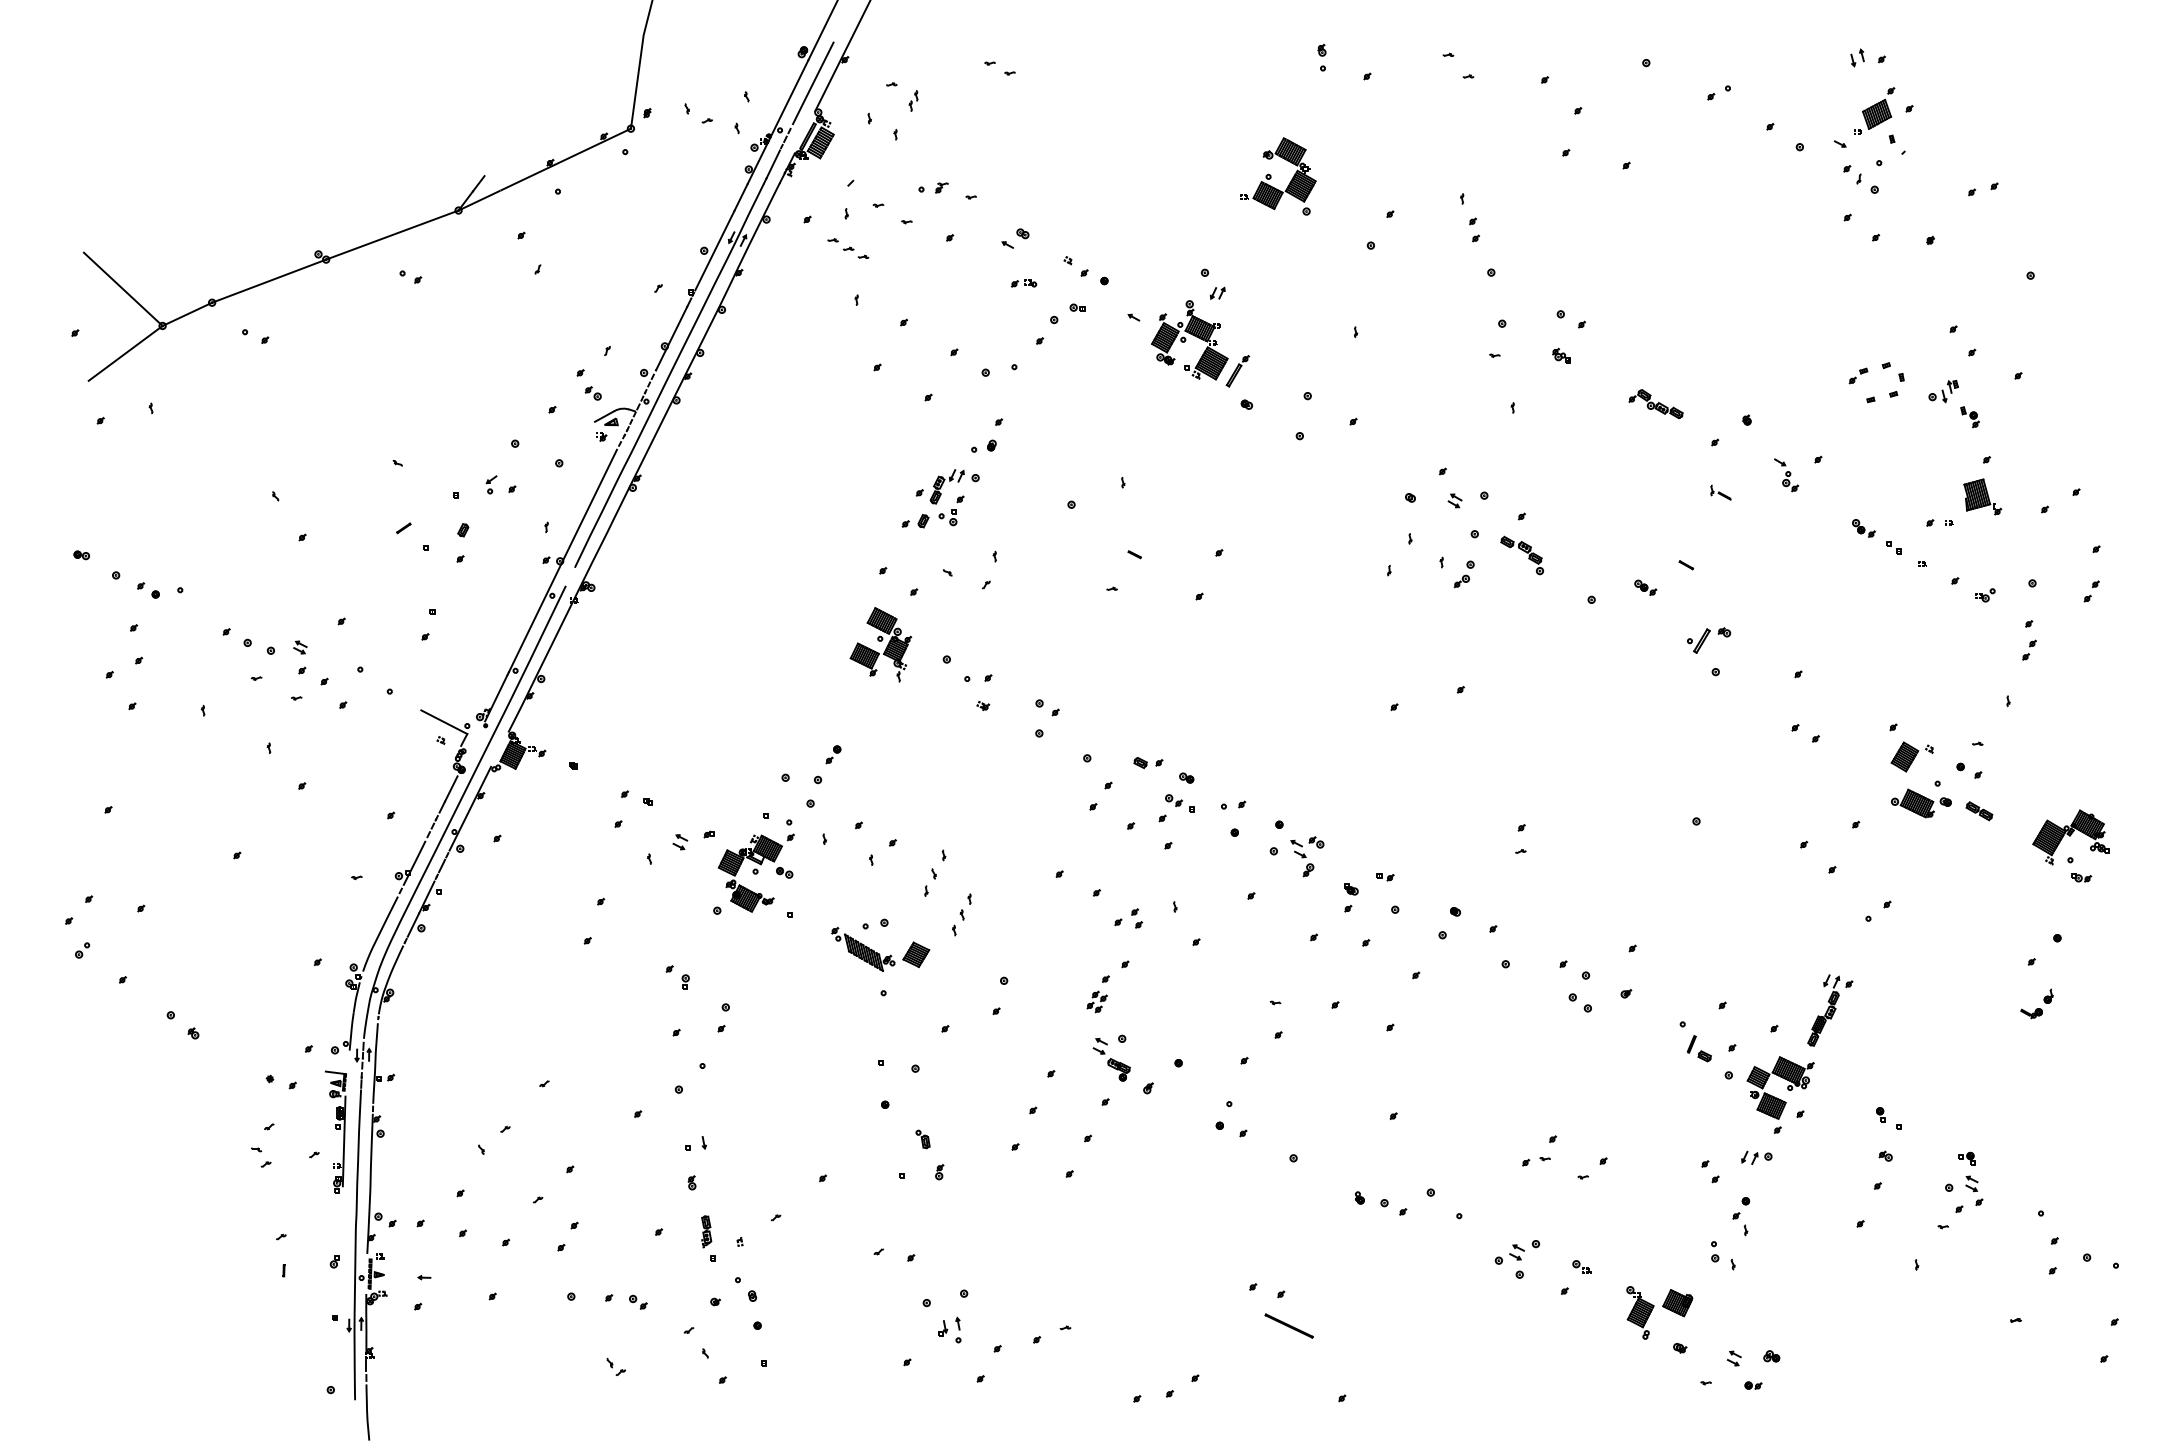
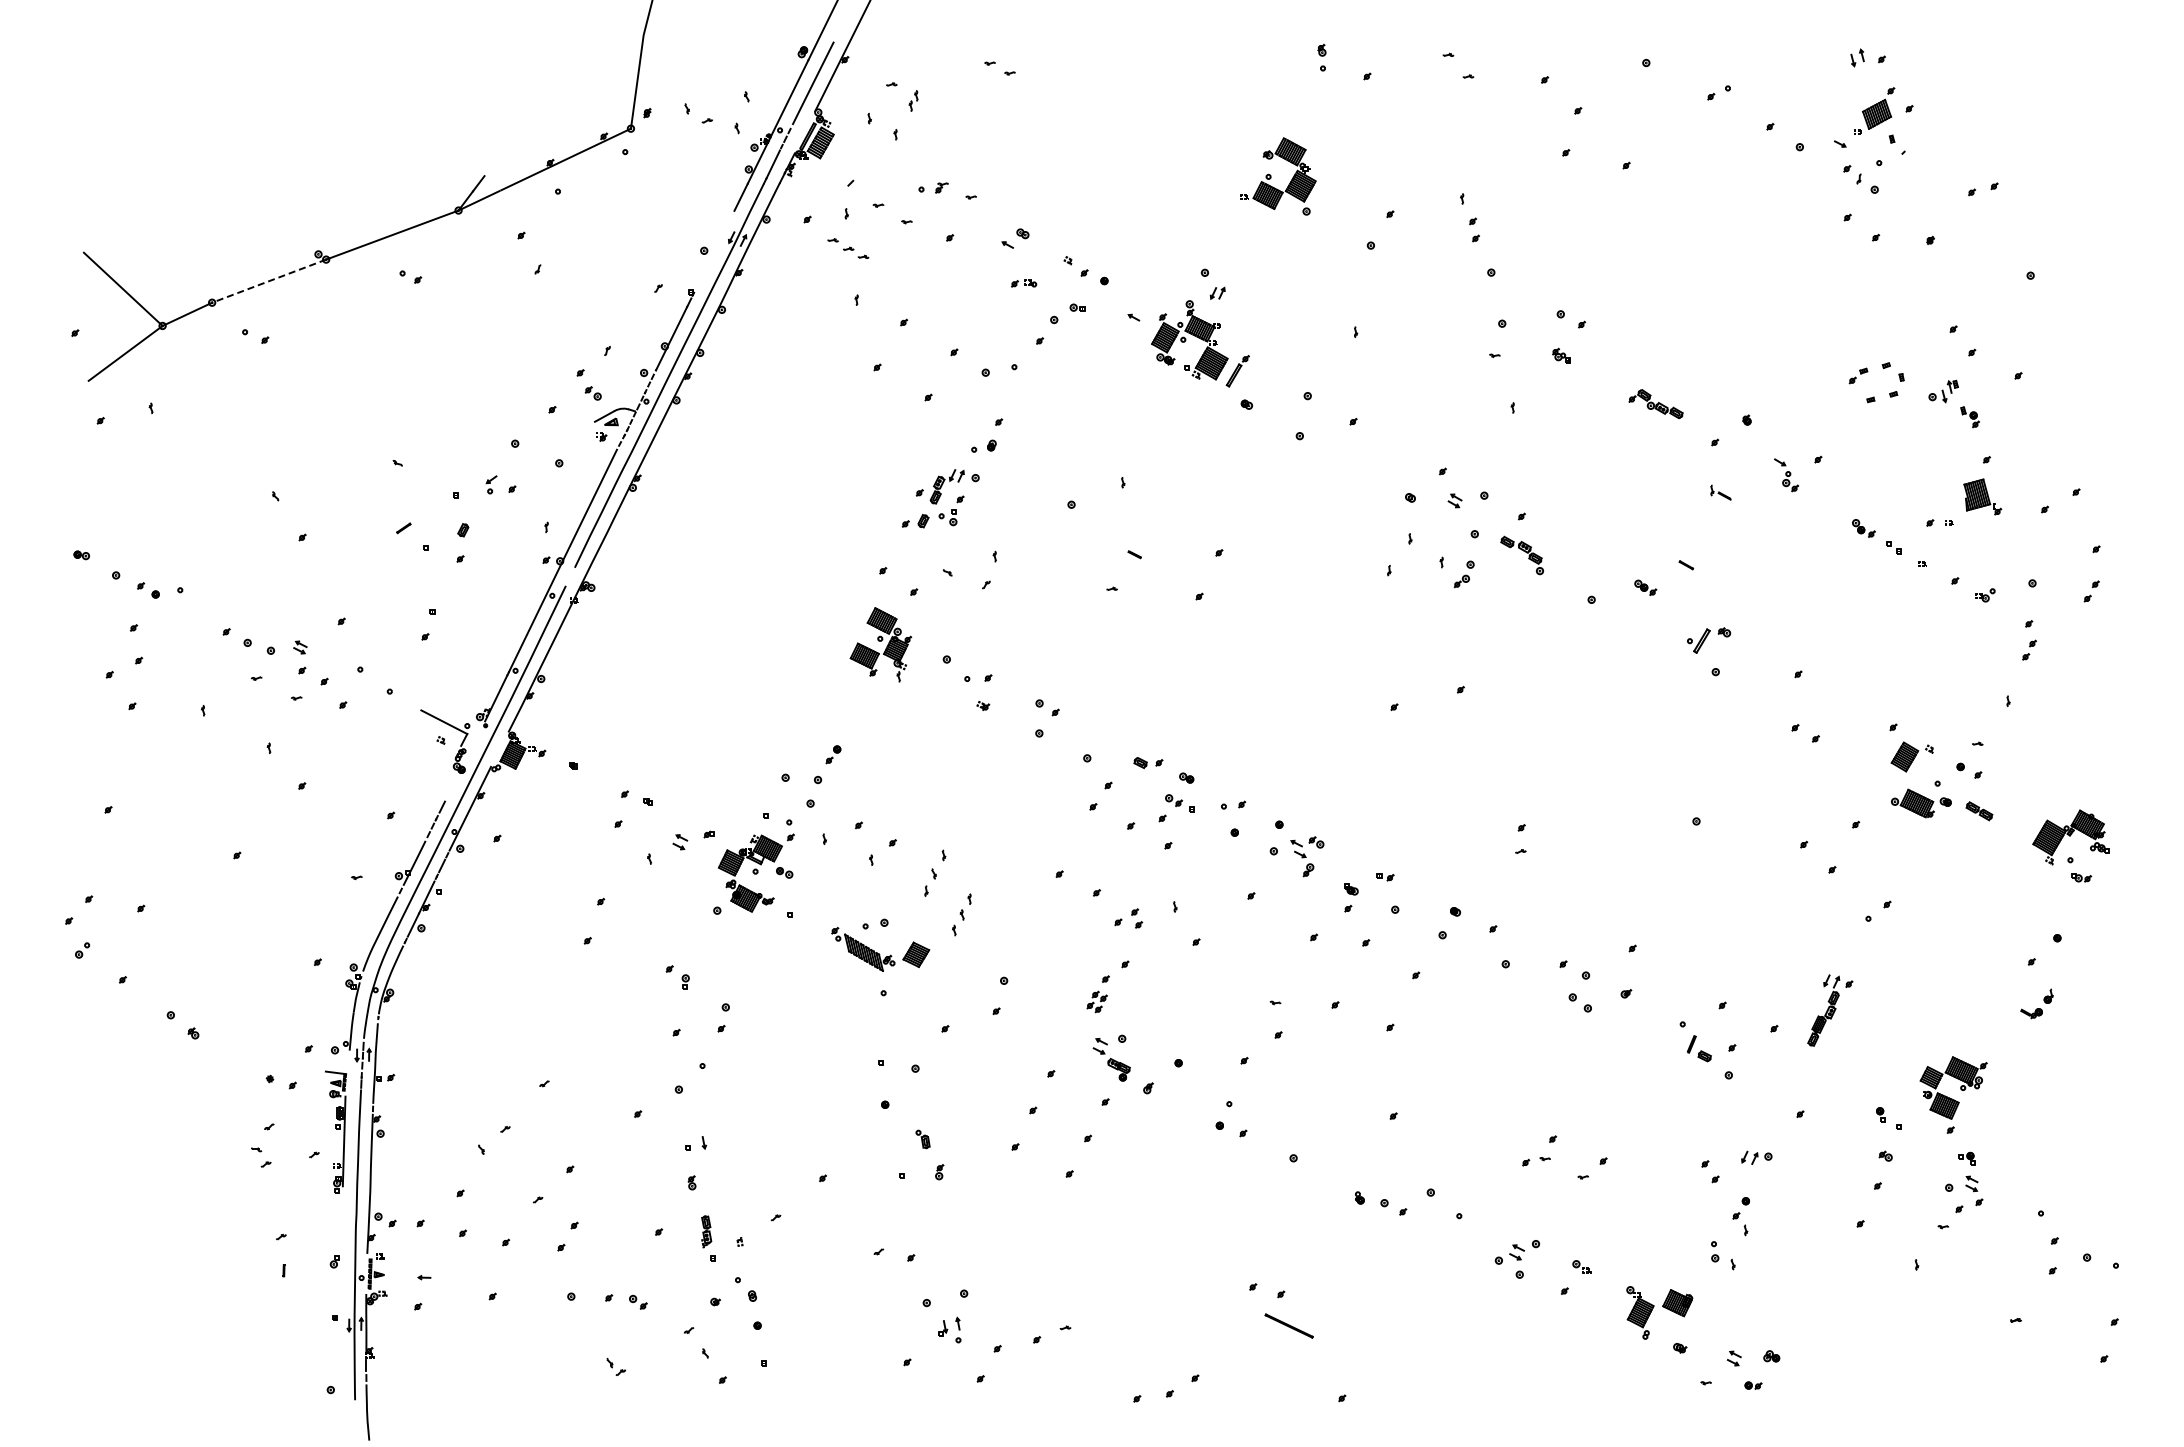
line at (714, 250): present -> none
line at (269, 281): solid -> dashed
line at (451, 788): present -> none
part at (1780, 1094) position: (1780, 1094) -> (1953, 1094)
